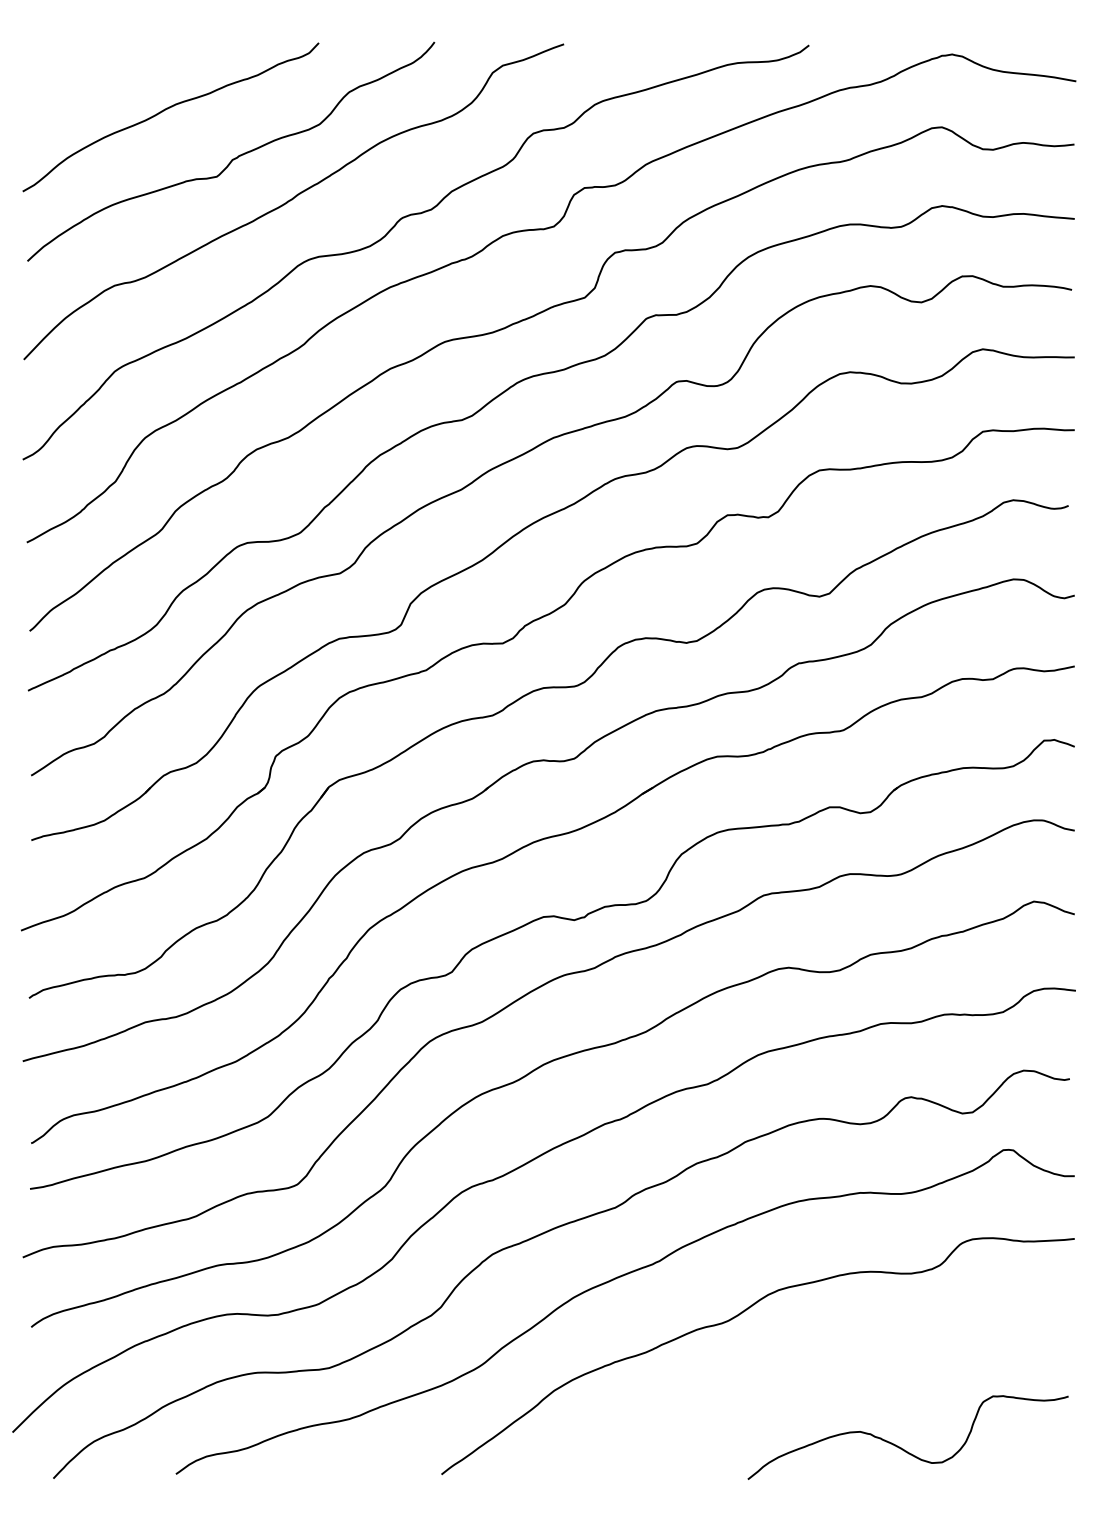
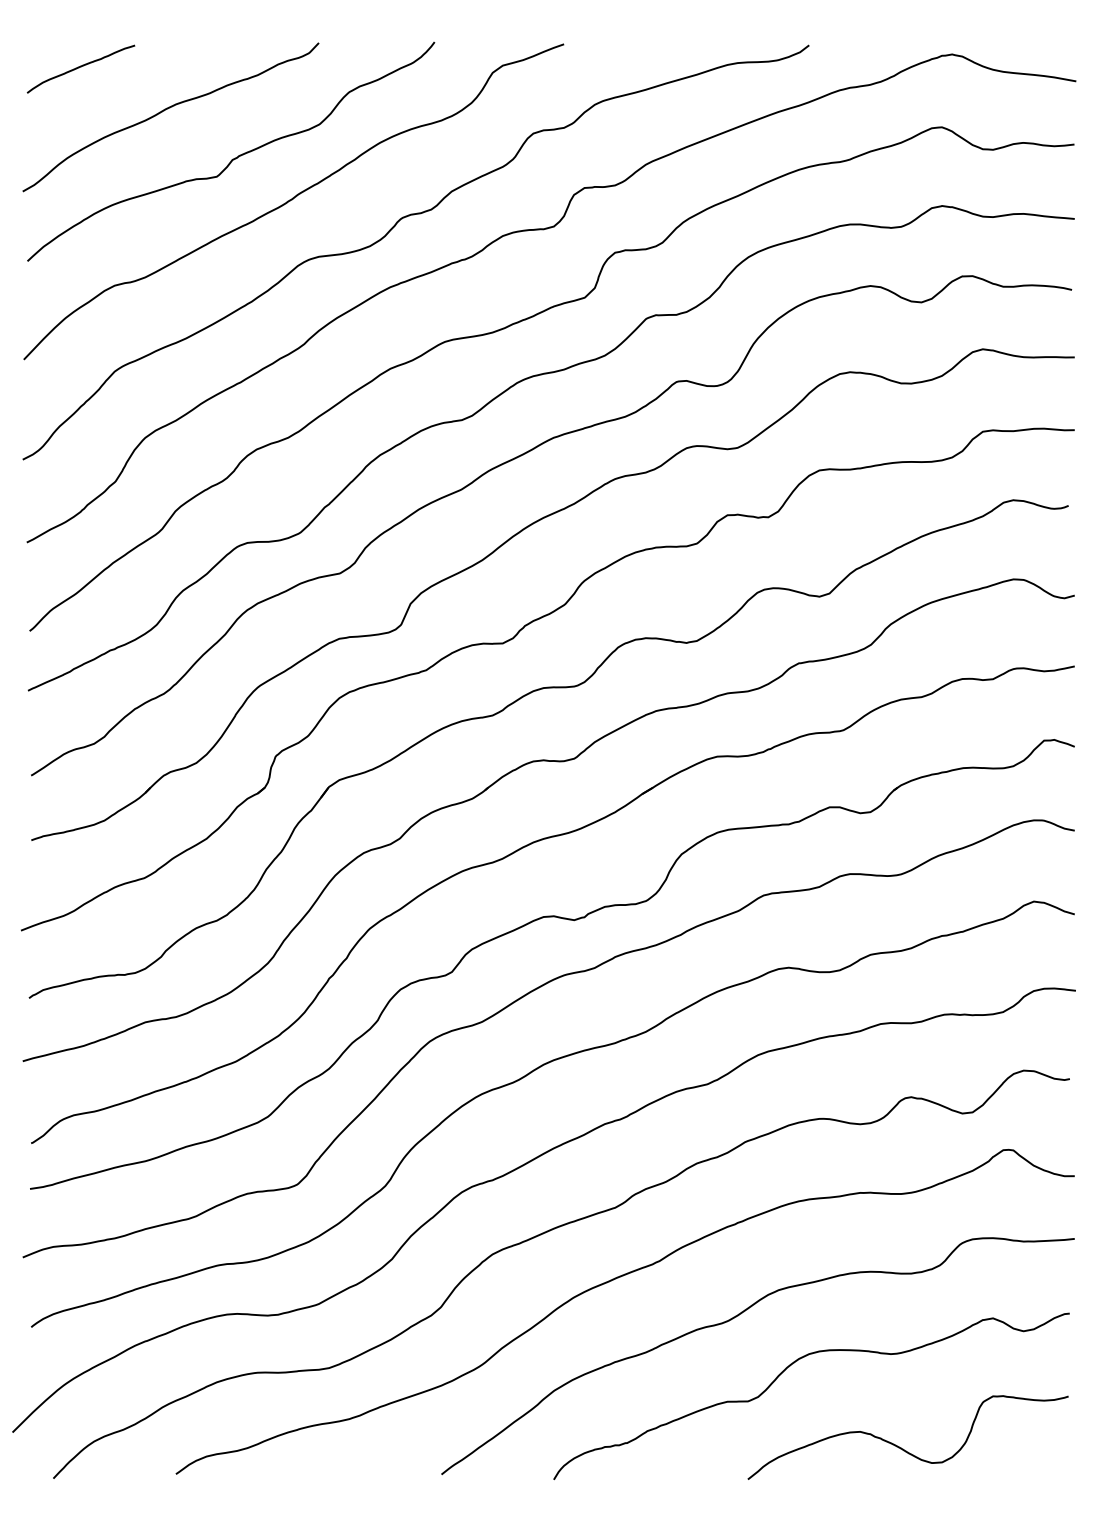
curve at (80, 67): none -> present
curve at (789, 1367): none -> present
